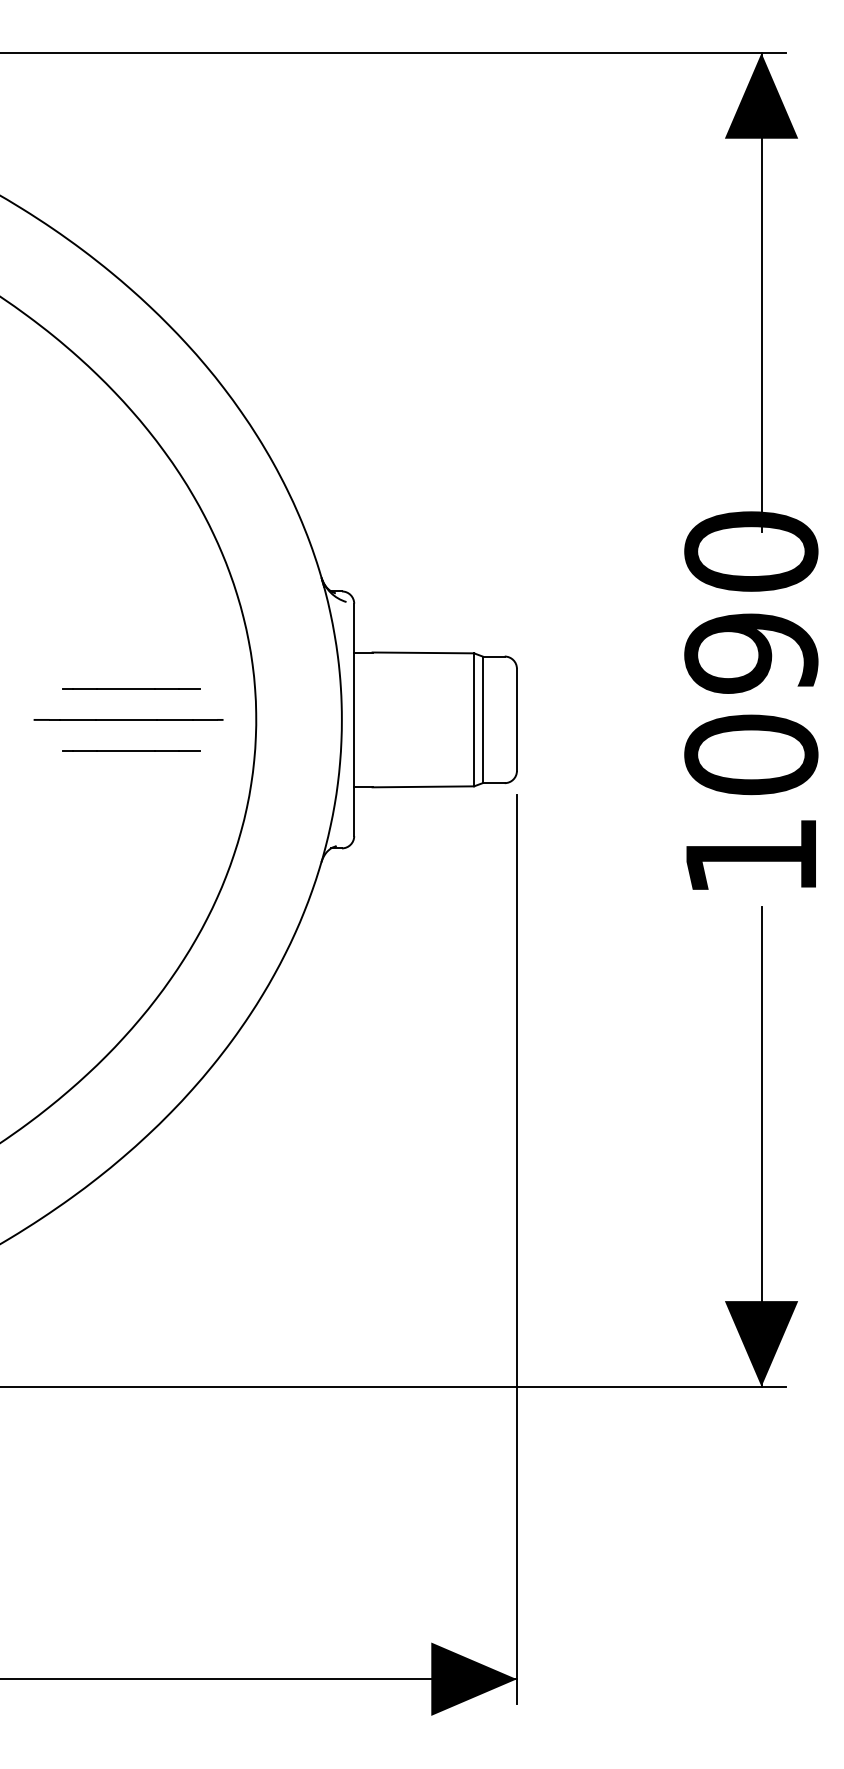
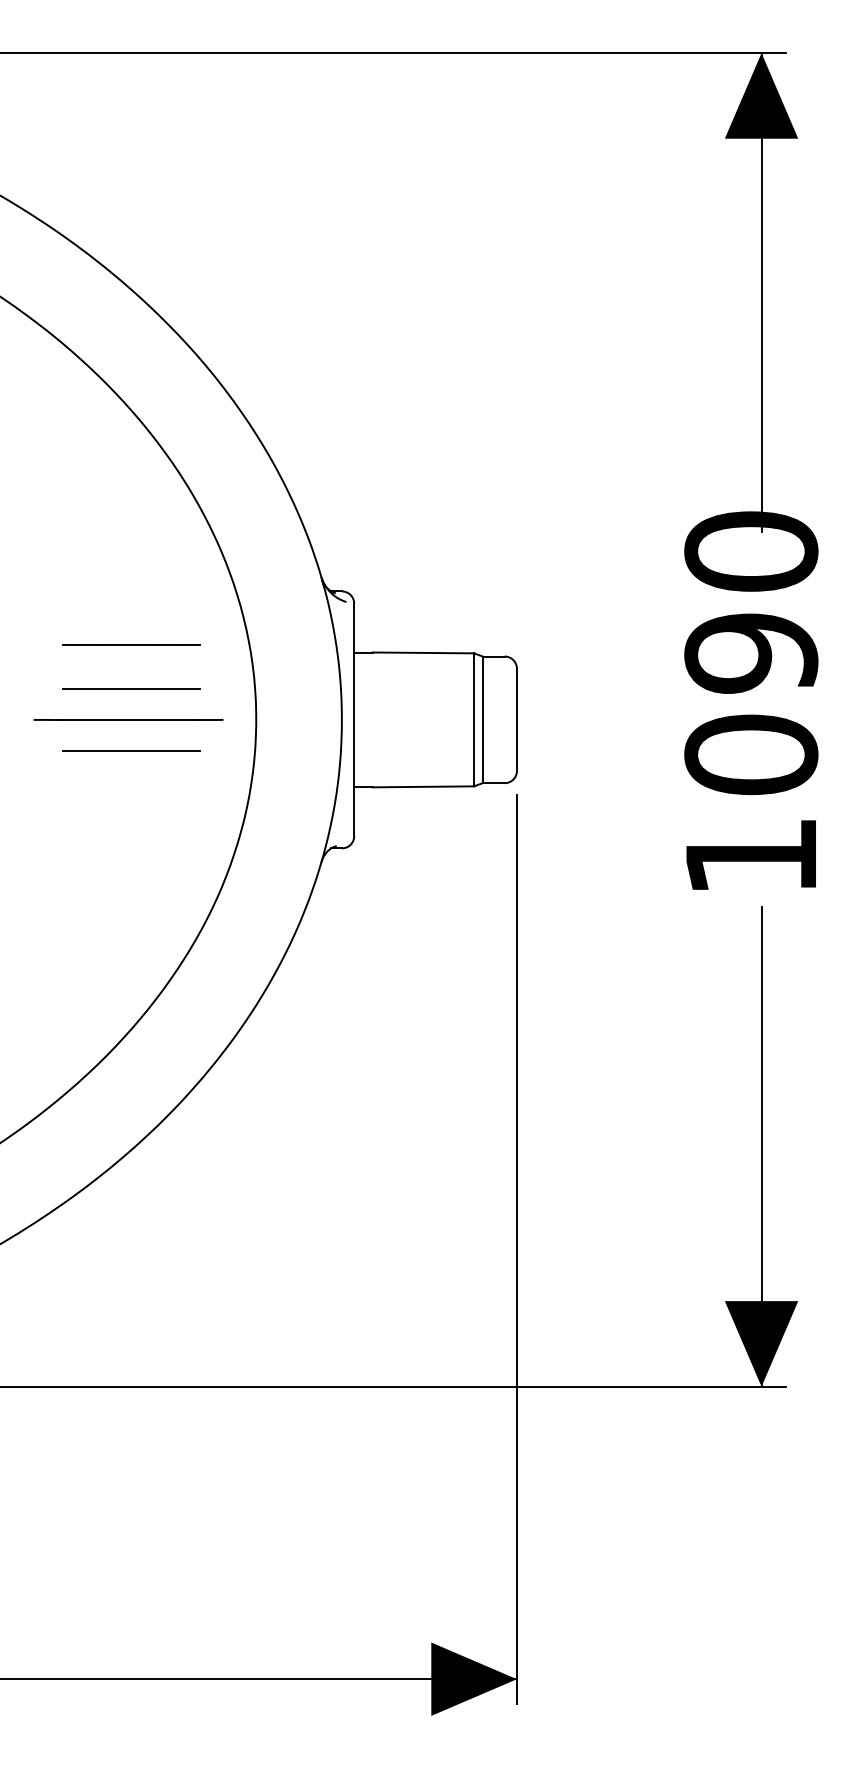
line at (131, 644): none -> present
